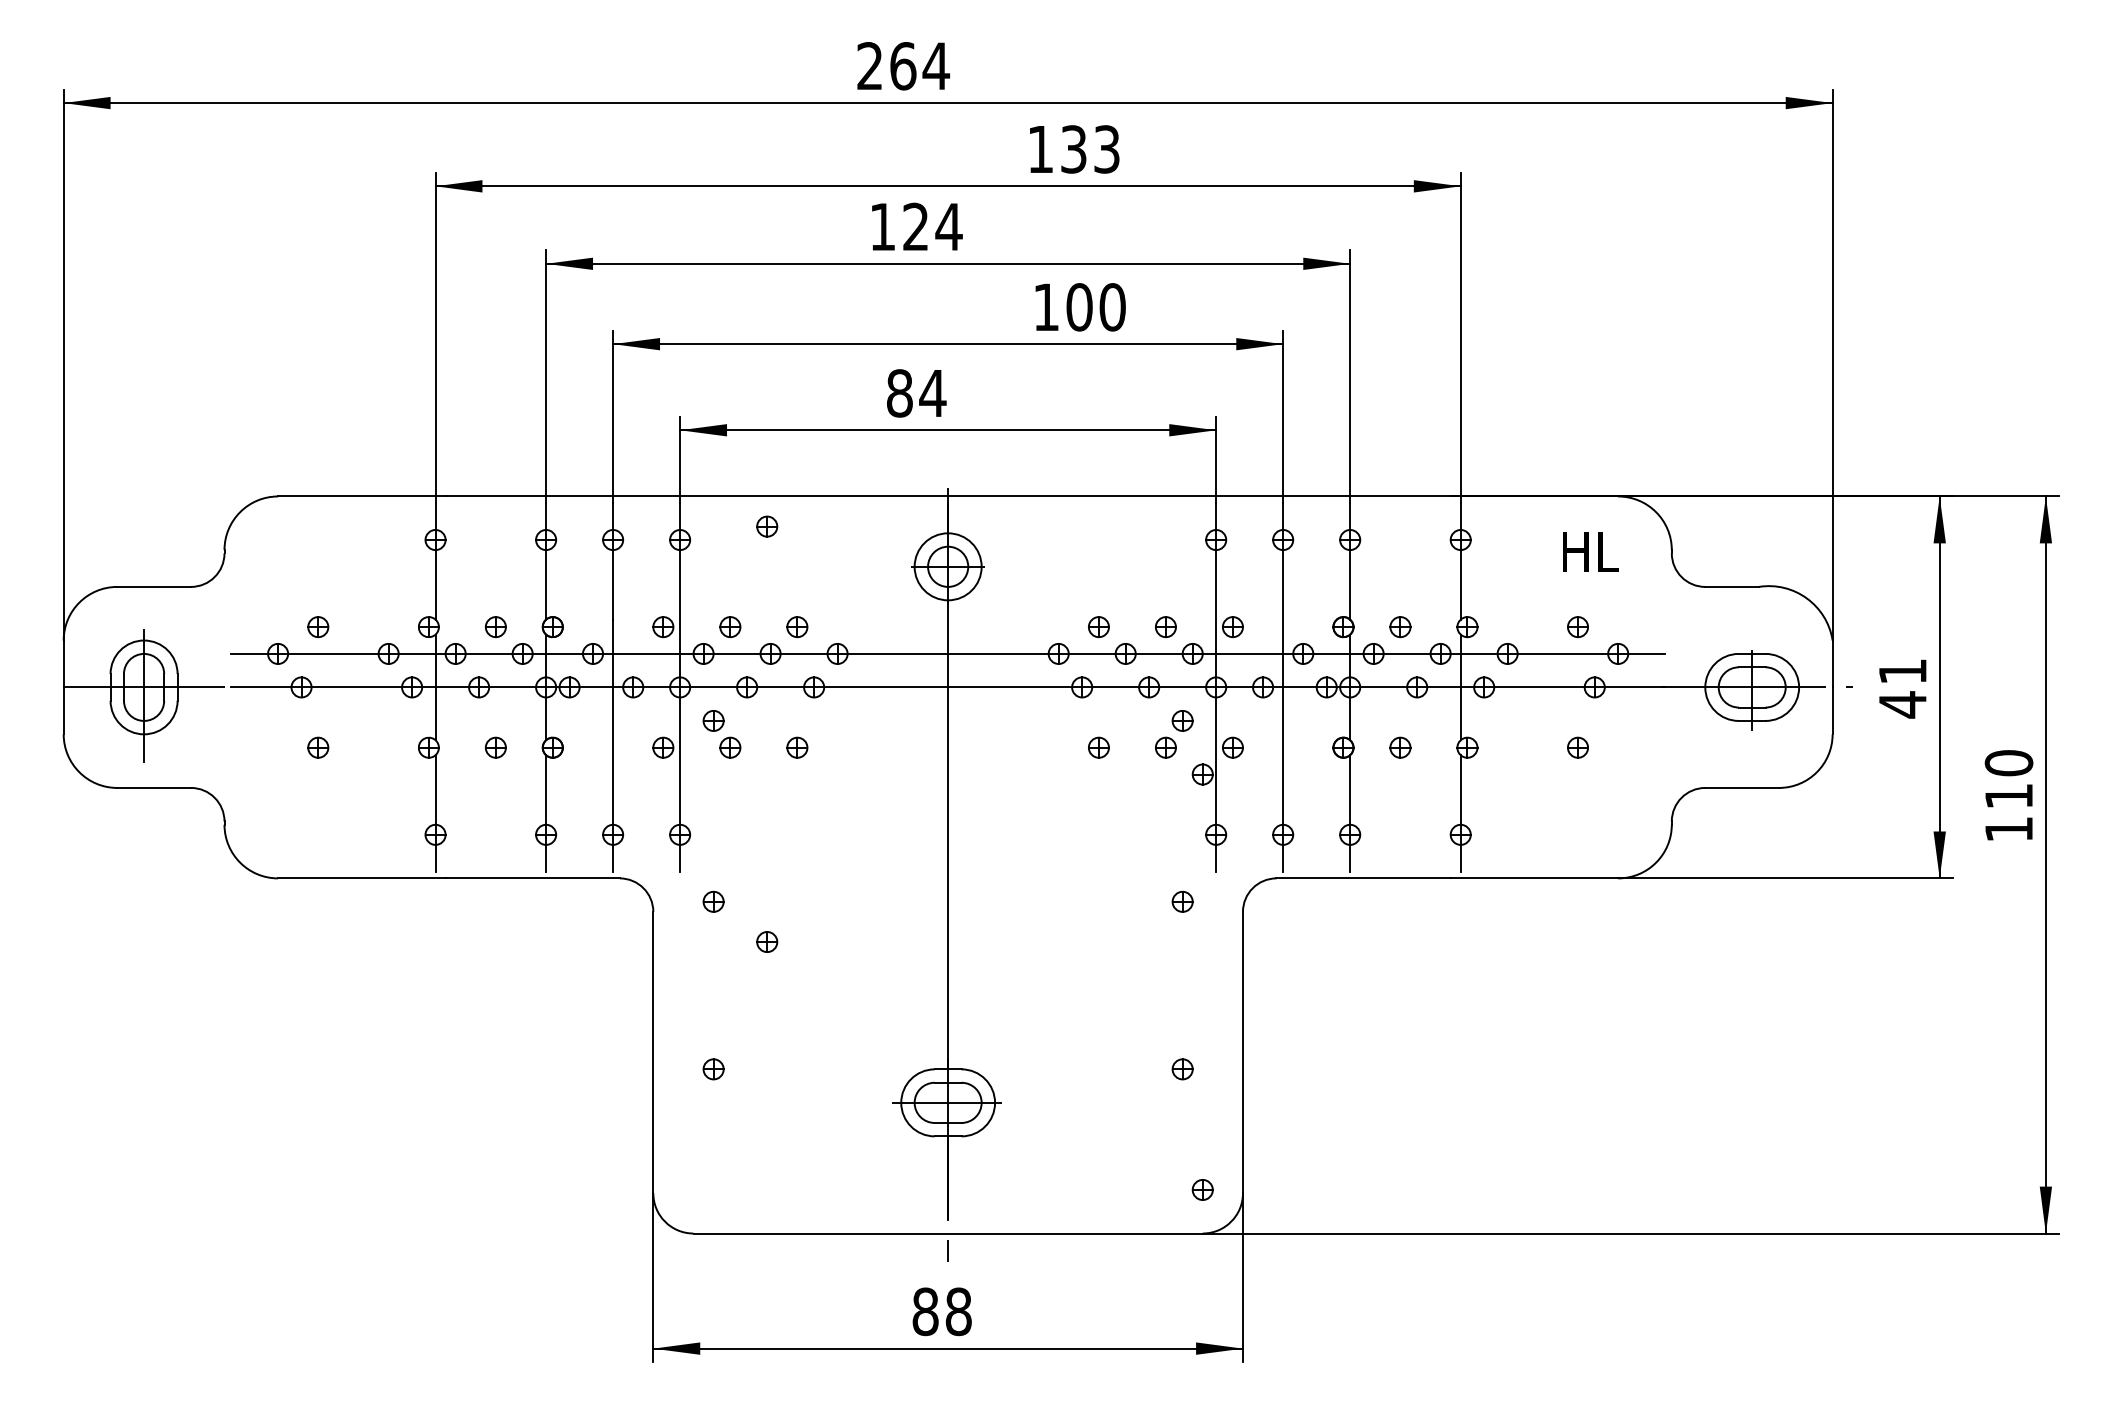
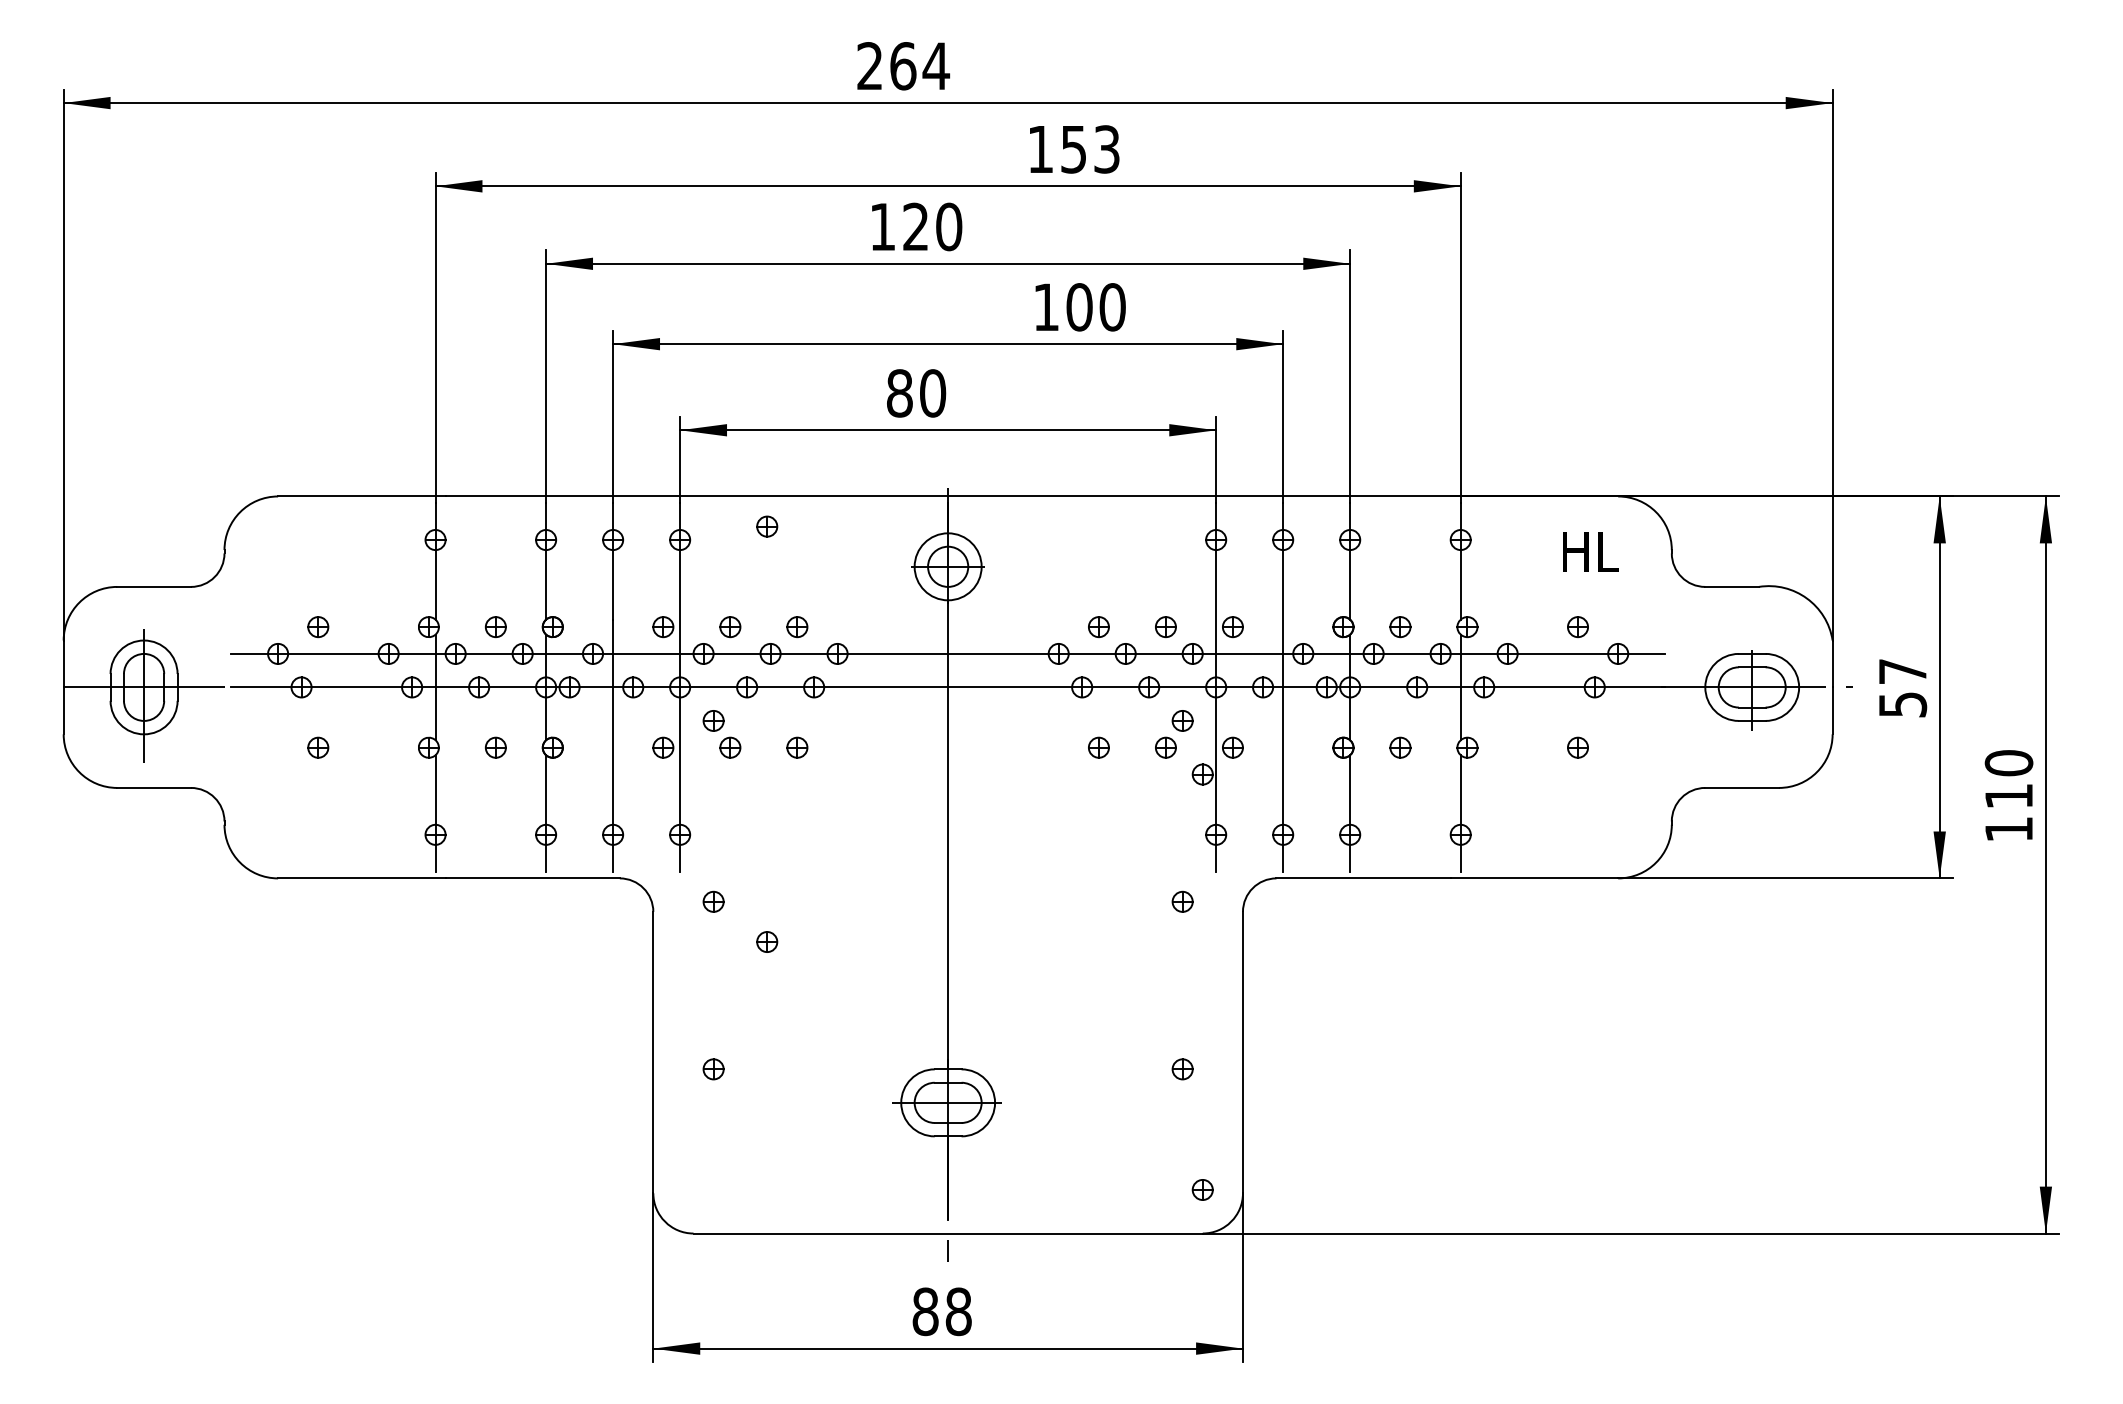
text at (1073, 149): 133 -> 153
text at (948, 226): 124 -> 120
text at (932, 393): 84 -> 80
text at (1903, 688): 41 -> 57
